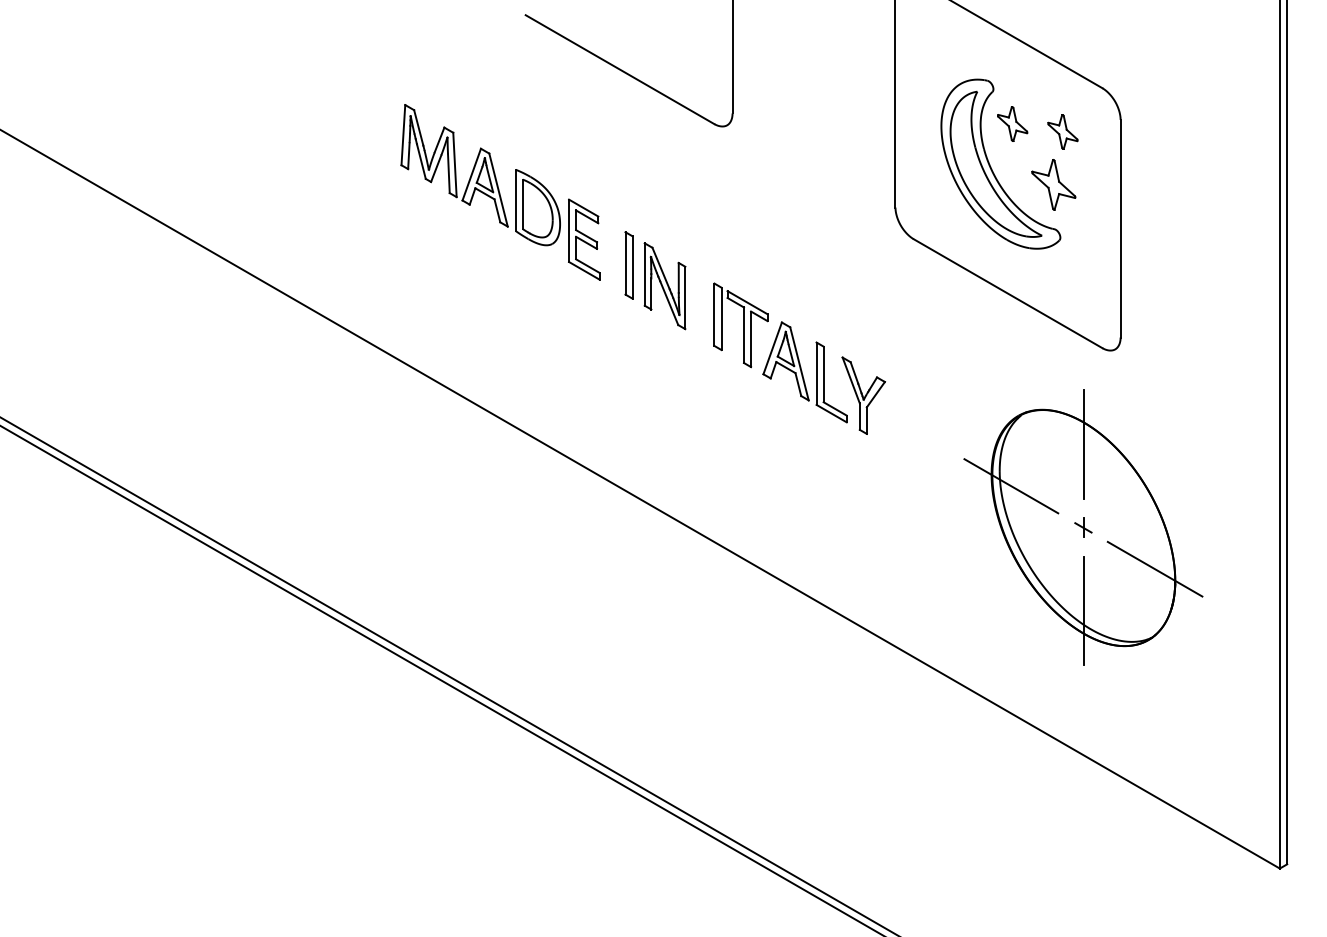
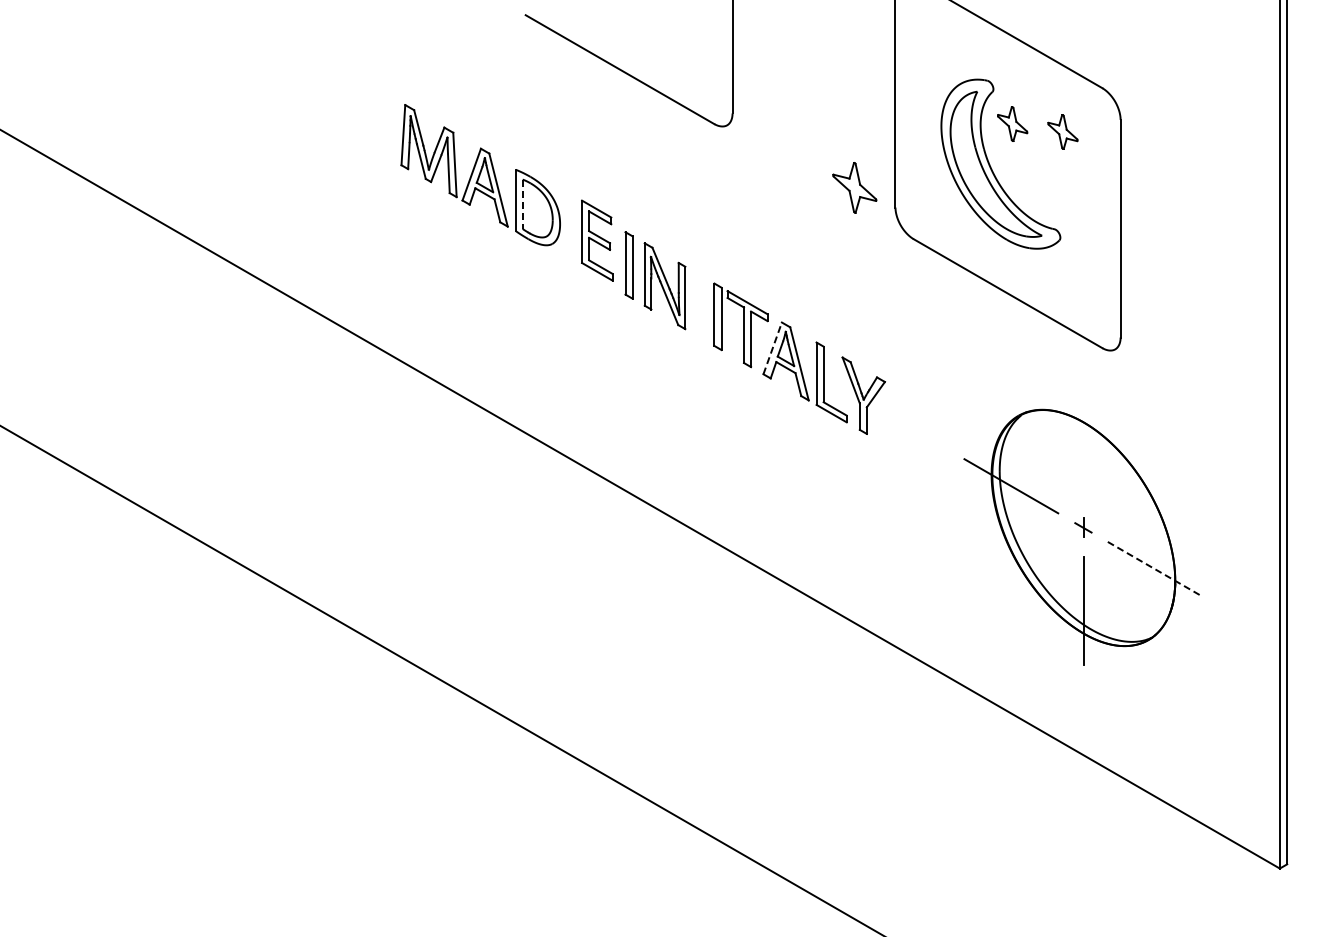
part at (1053, 184) position: (1053, 184) -> (854, 187)
line at (522, 204): solid -> dashed
part at (584, 239) position: (584, 239) -> (597, 240)
line at (772, 347): solid -> dashed
line at (1083, 444): present -> none
line at (1155, 569): solid -> dashed
line at (448, 675): present -> none
